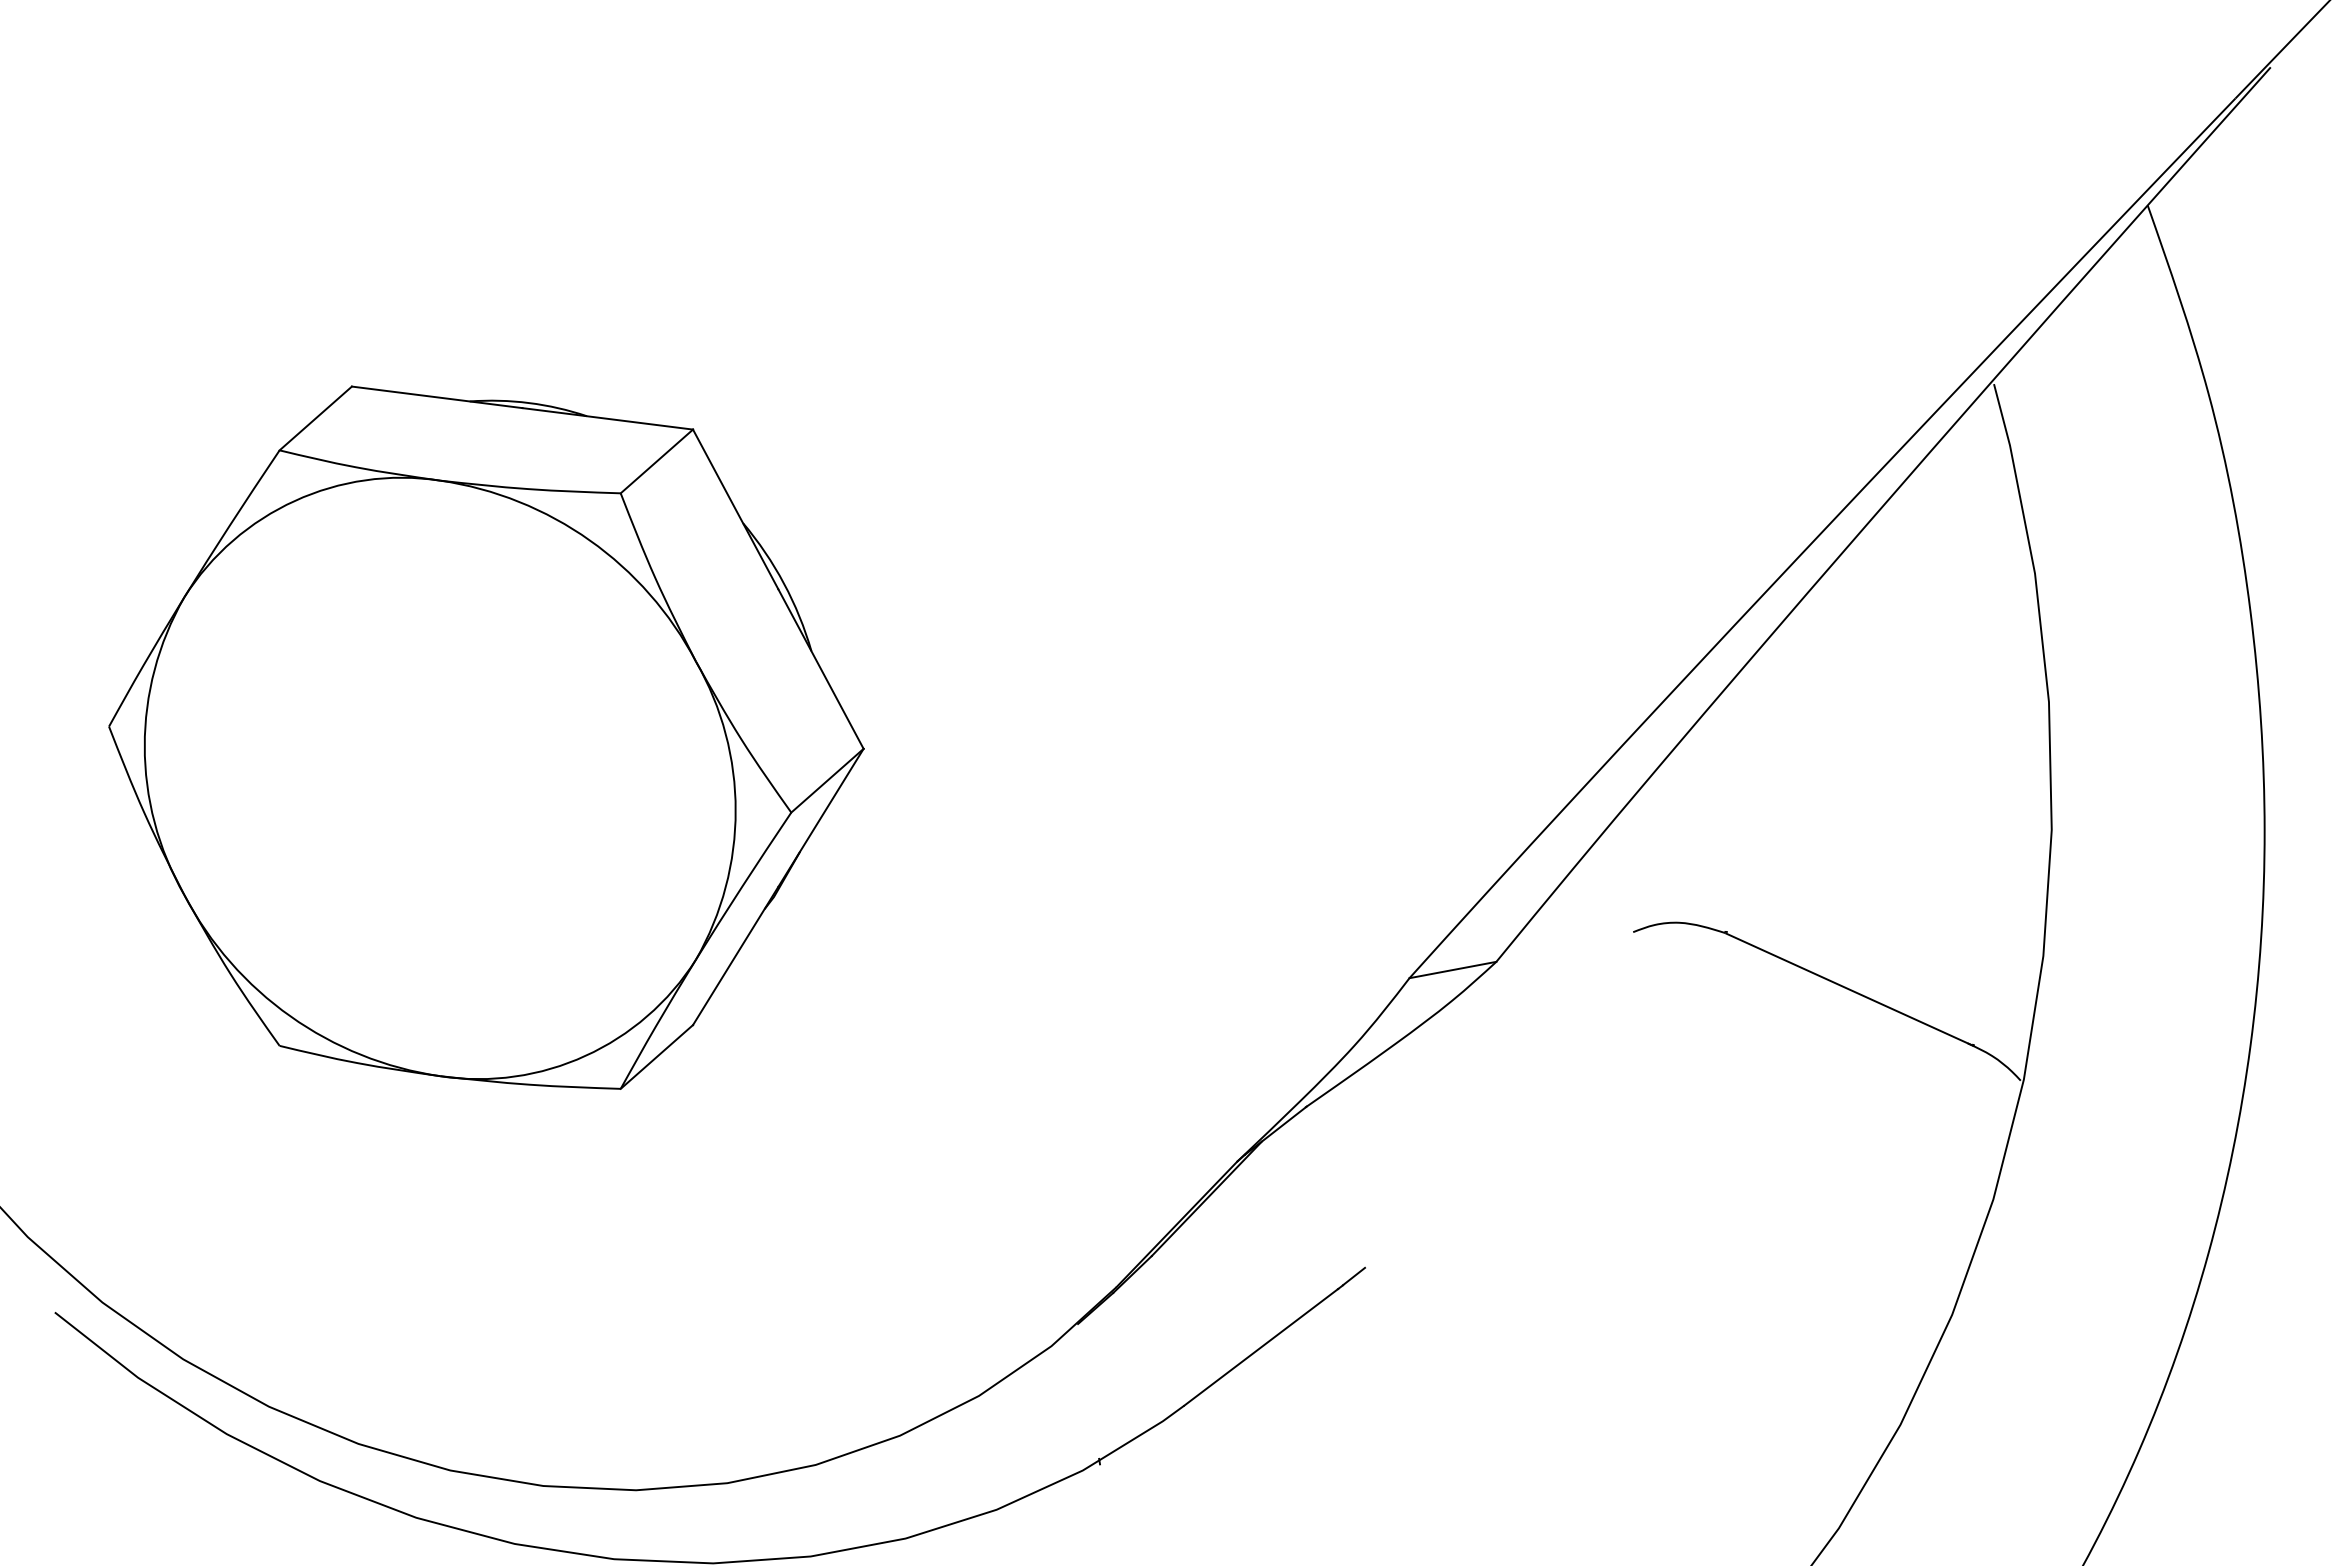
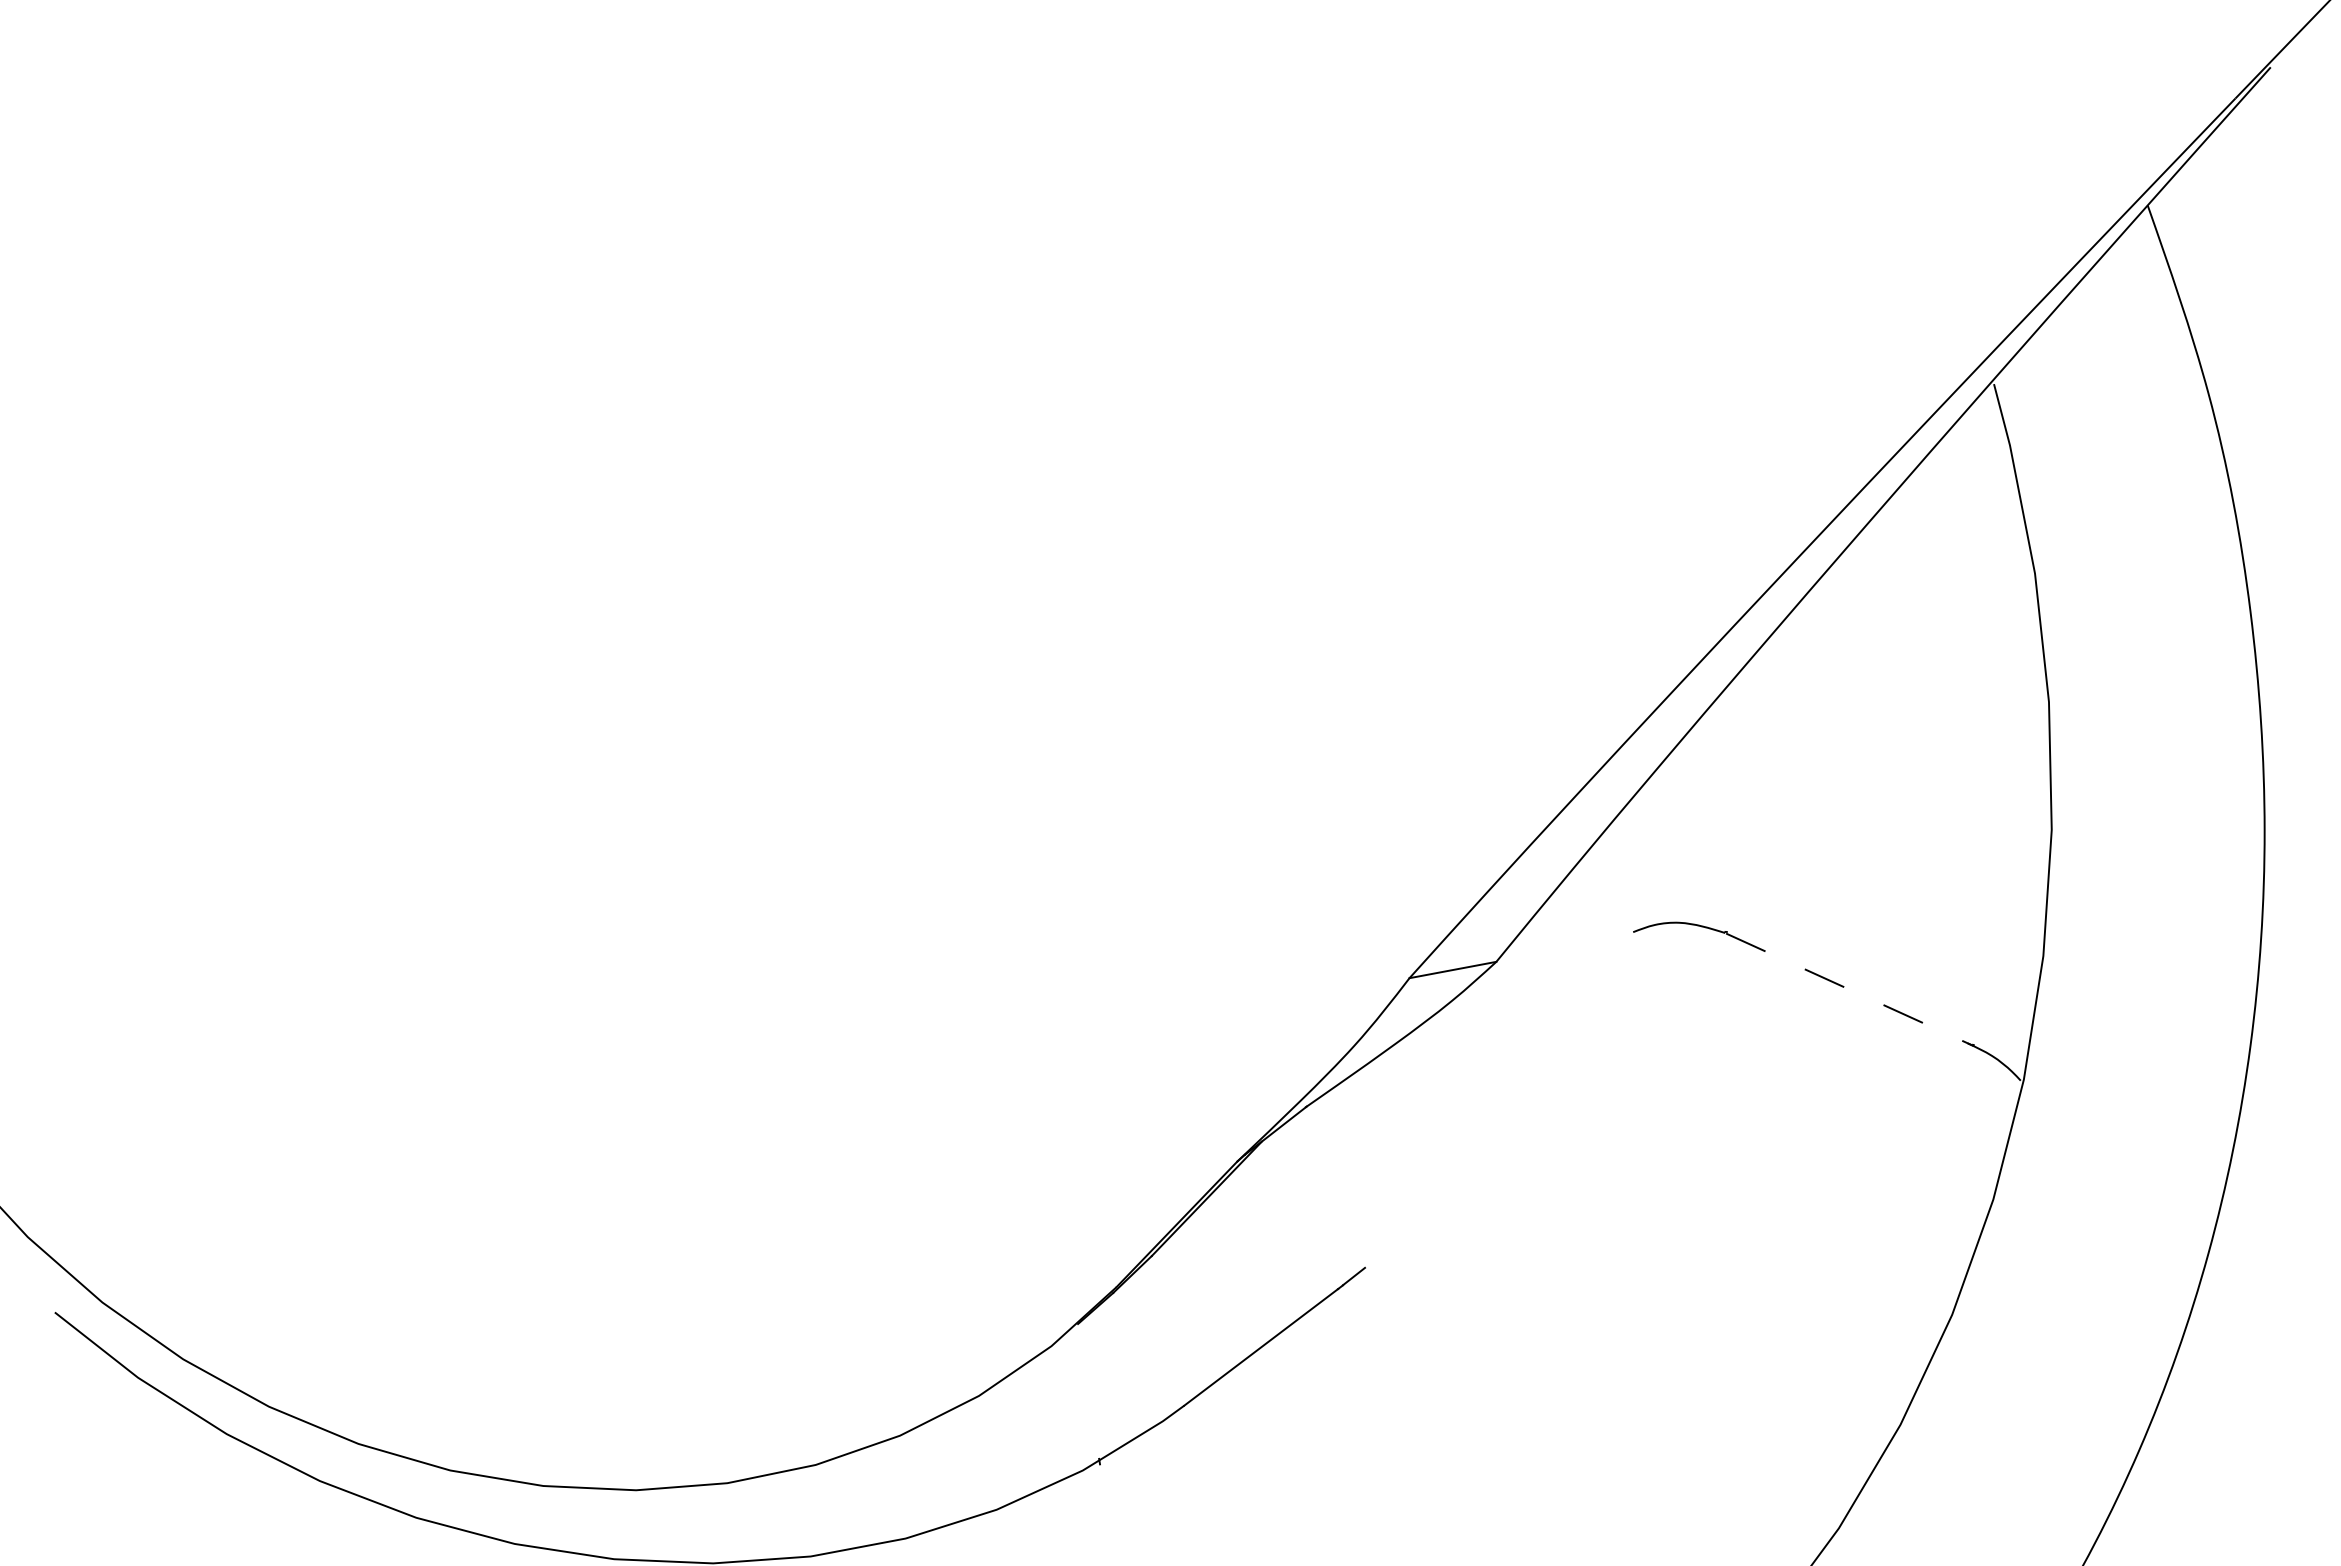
part at (486, 737): present -> none
line at (1849, 989): solid -> dashed
